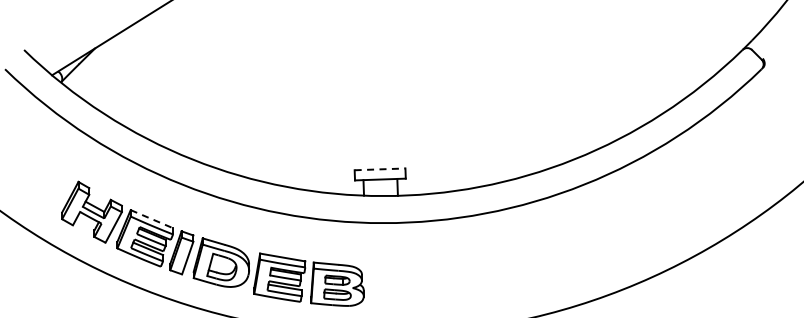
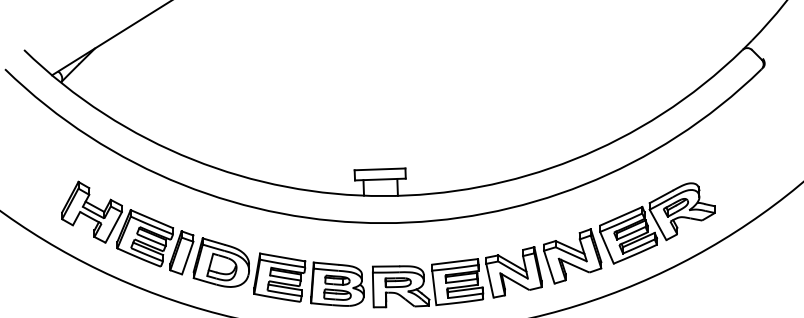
line at (380, 169): dashed -> solid
line at (152, 219): dashed -> solid
part at (543, 245): none -> present
